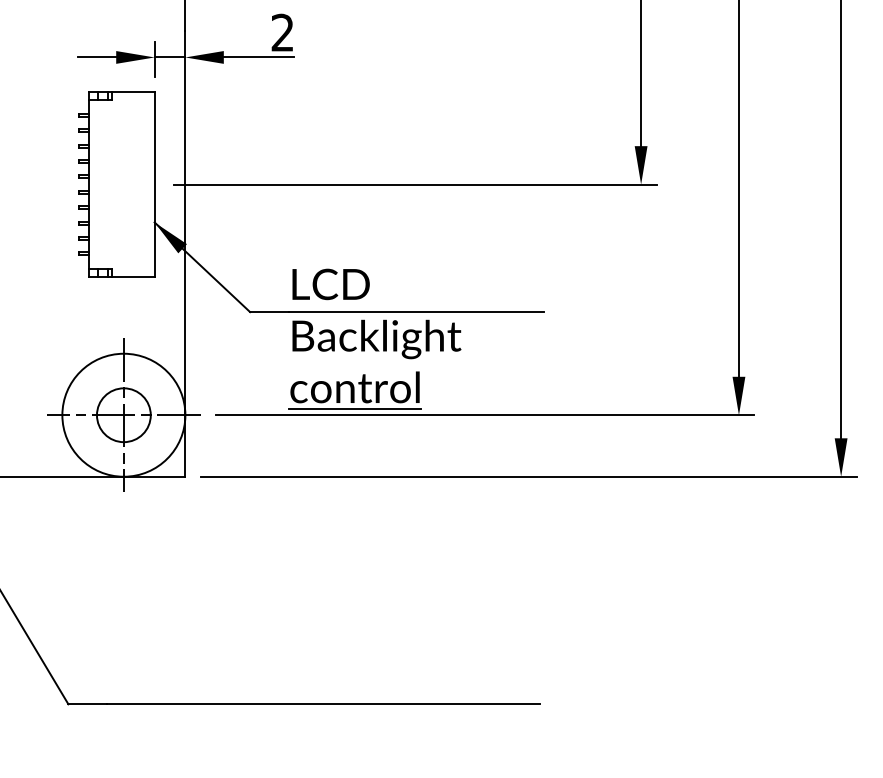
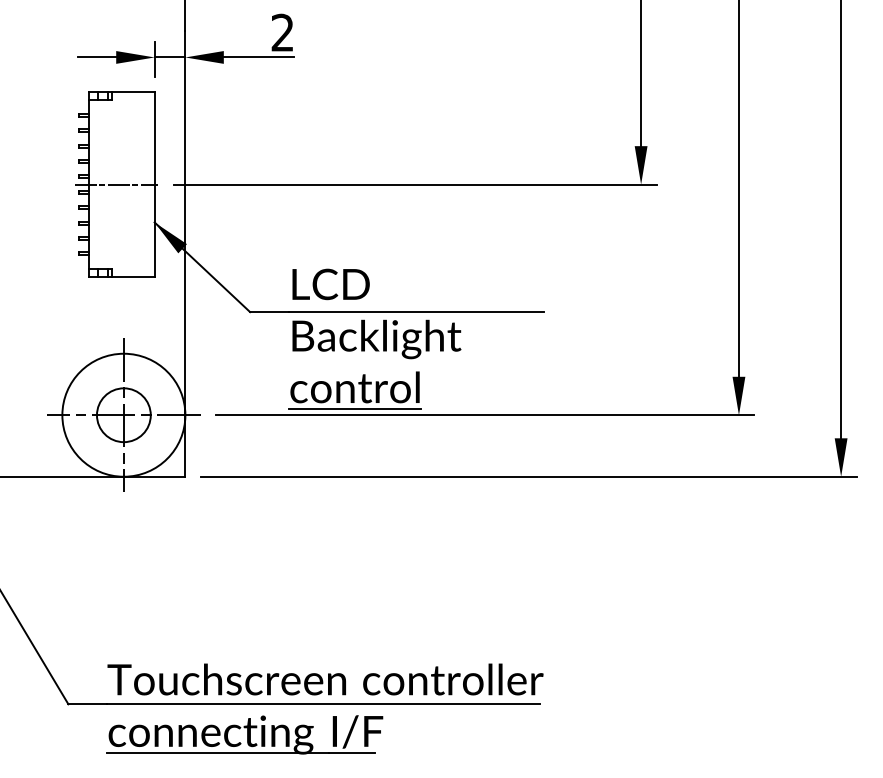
line at (116, 184): none -> present
part at (332, 716): none -> present
